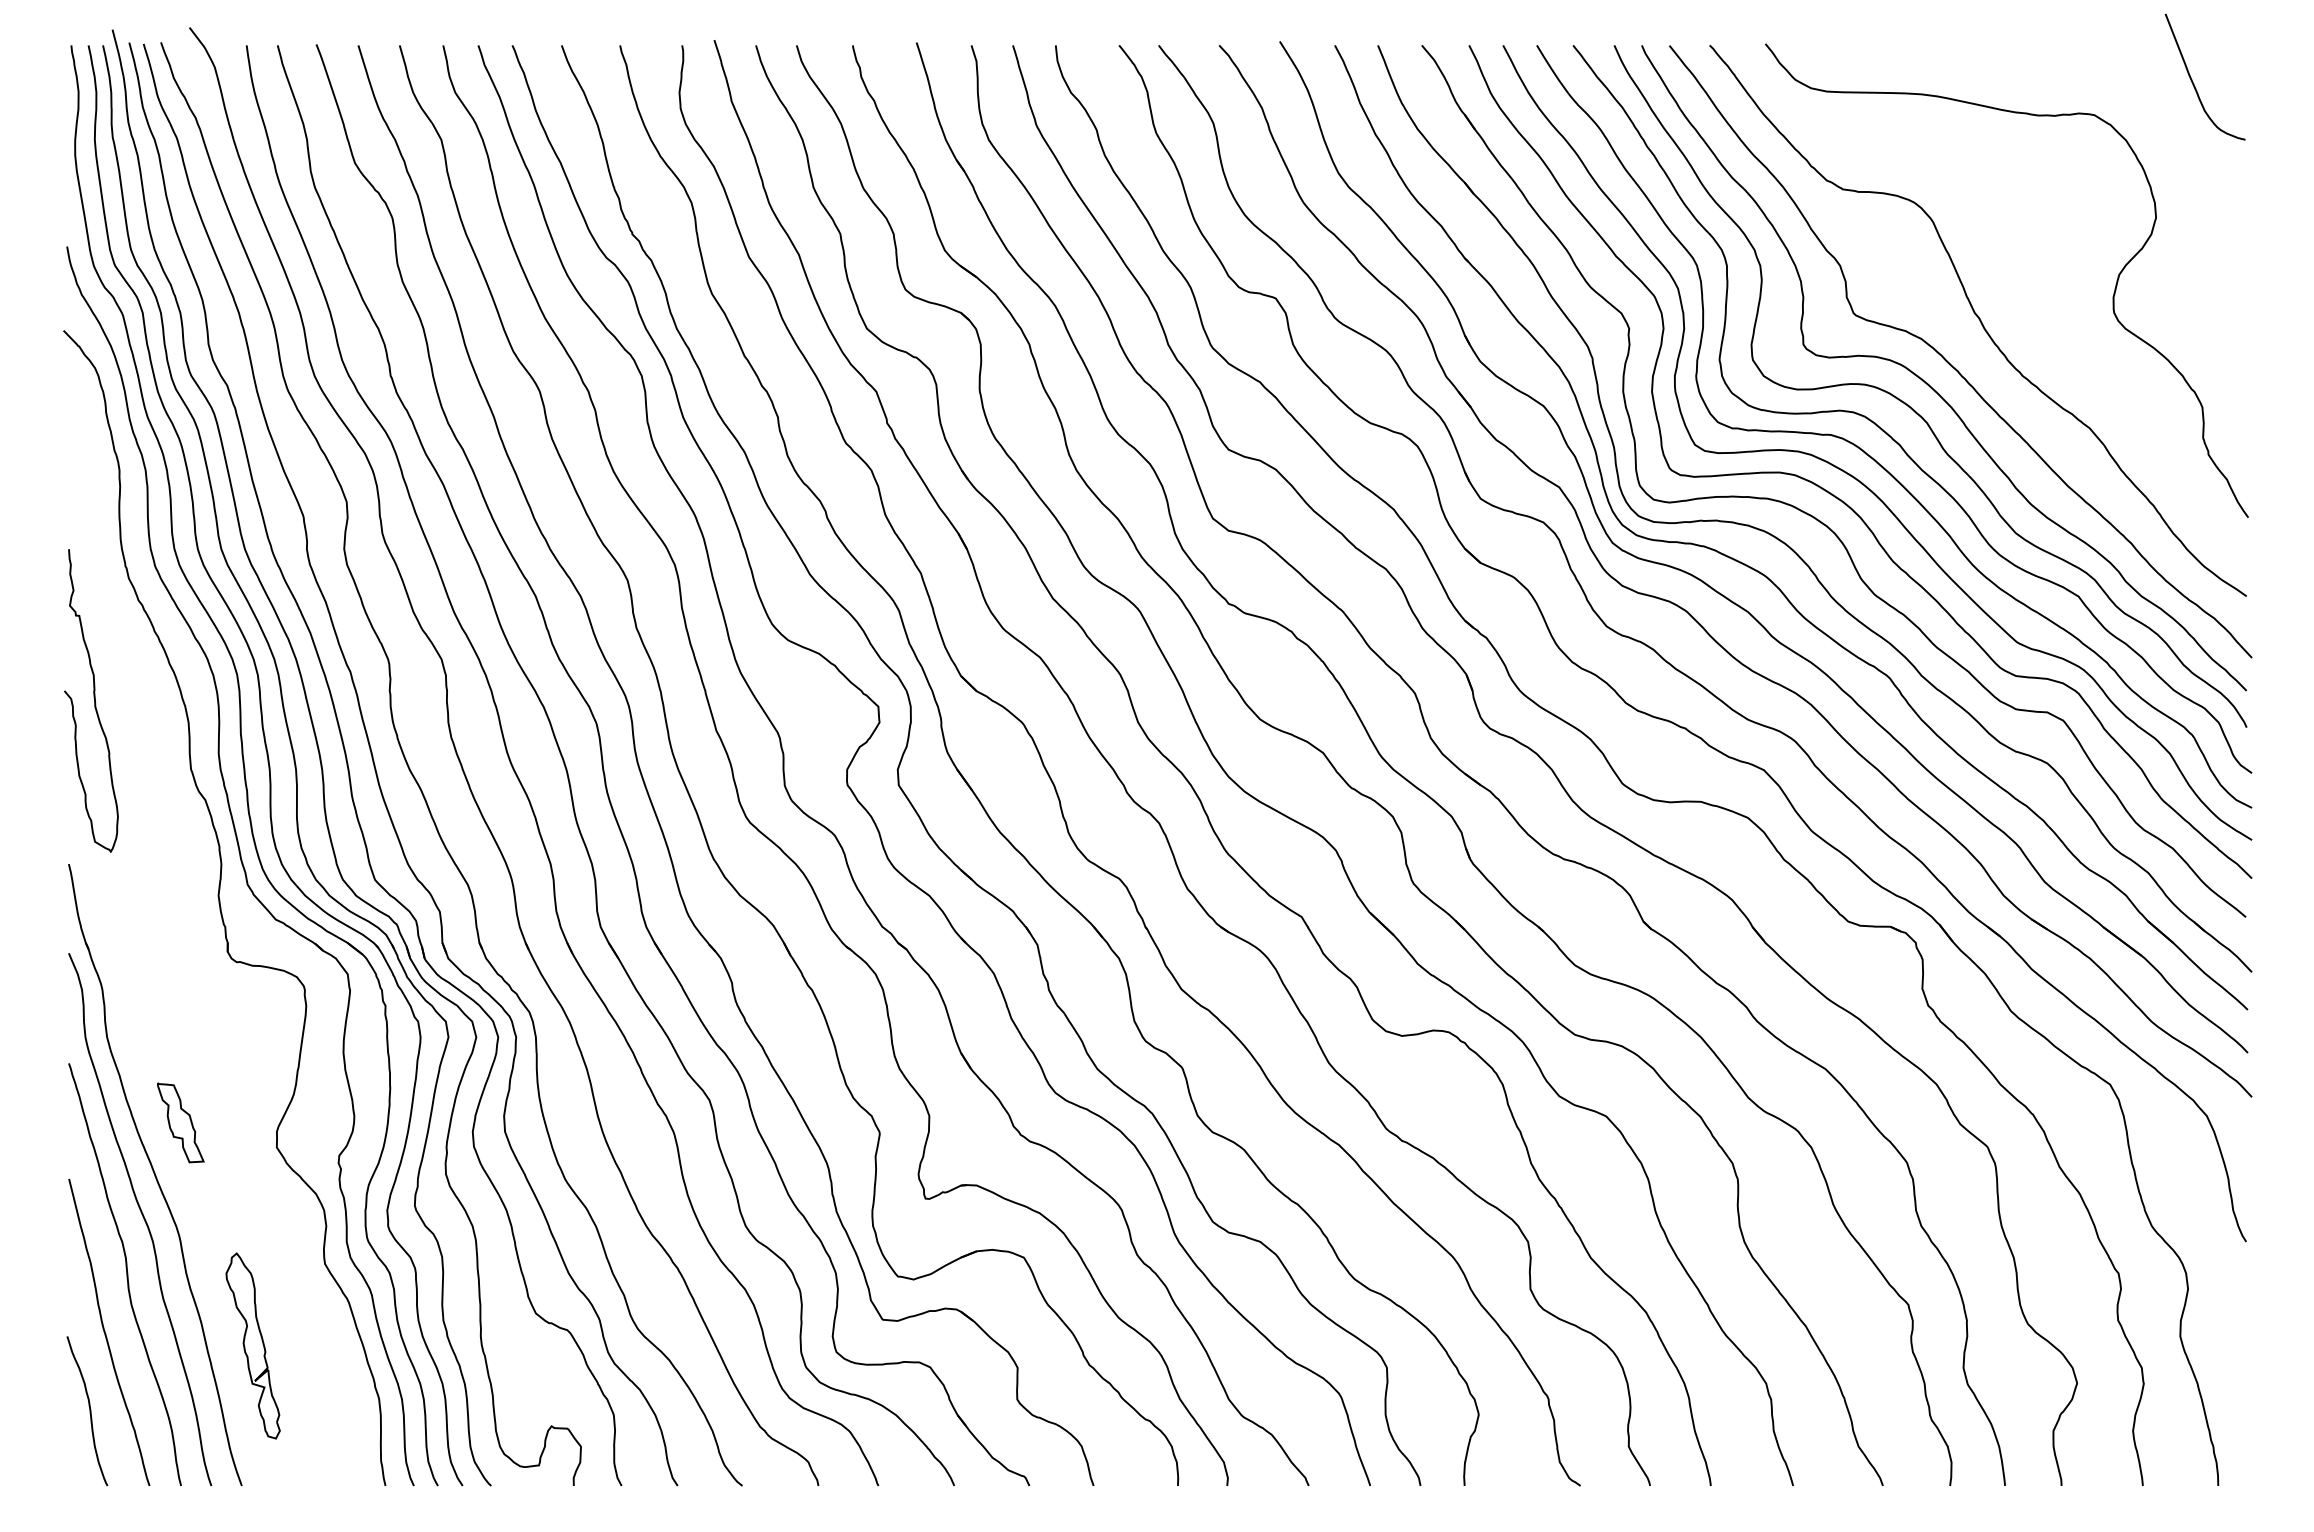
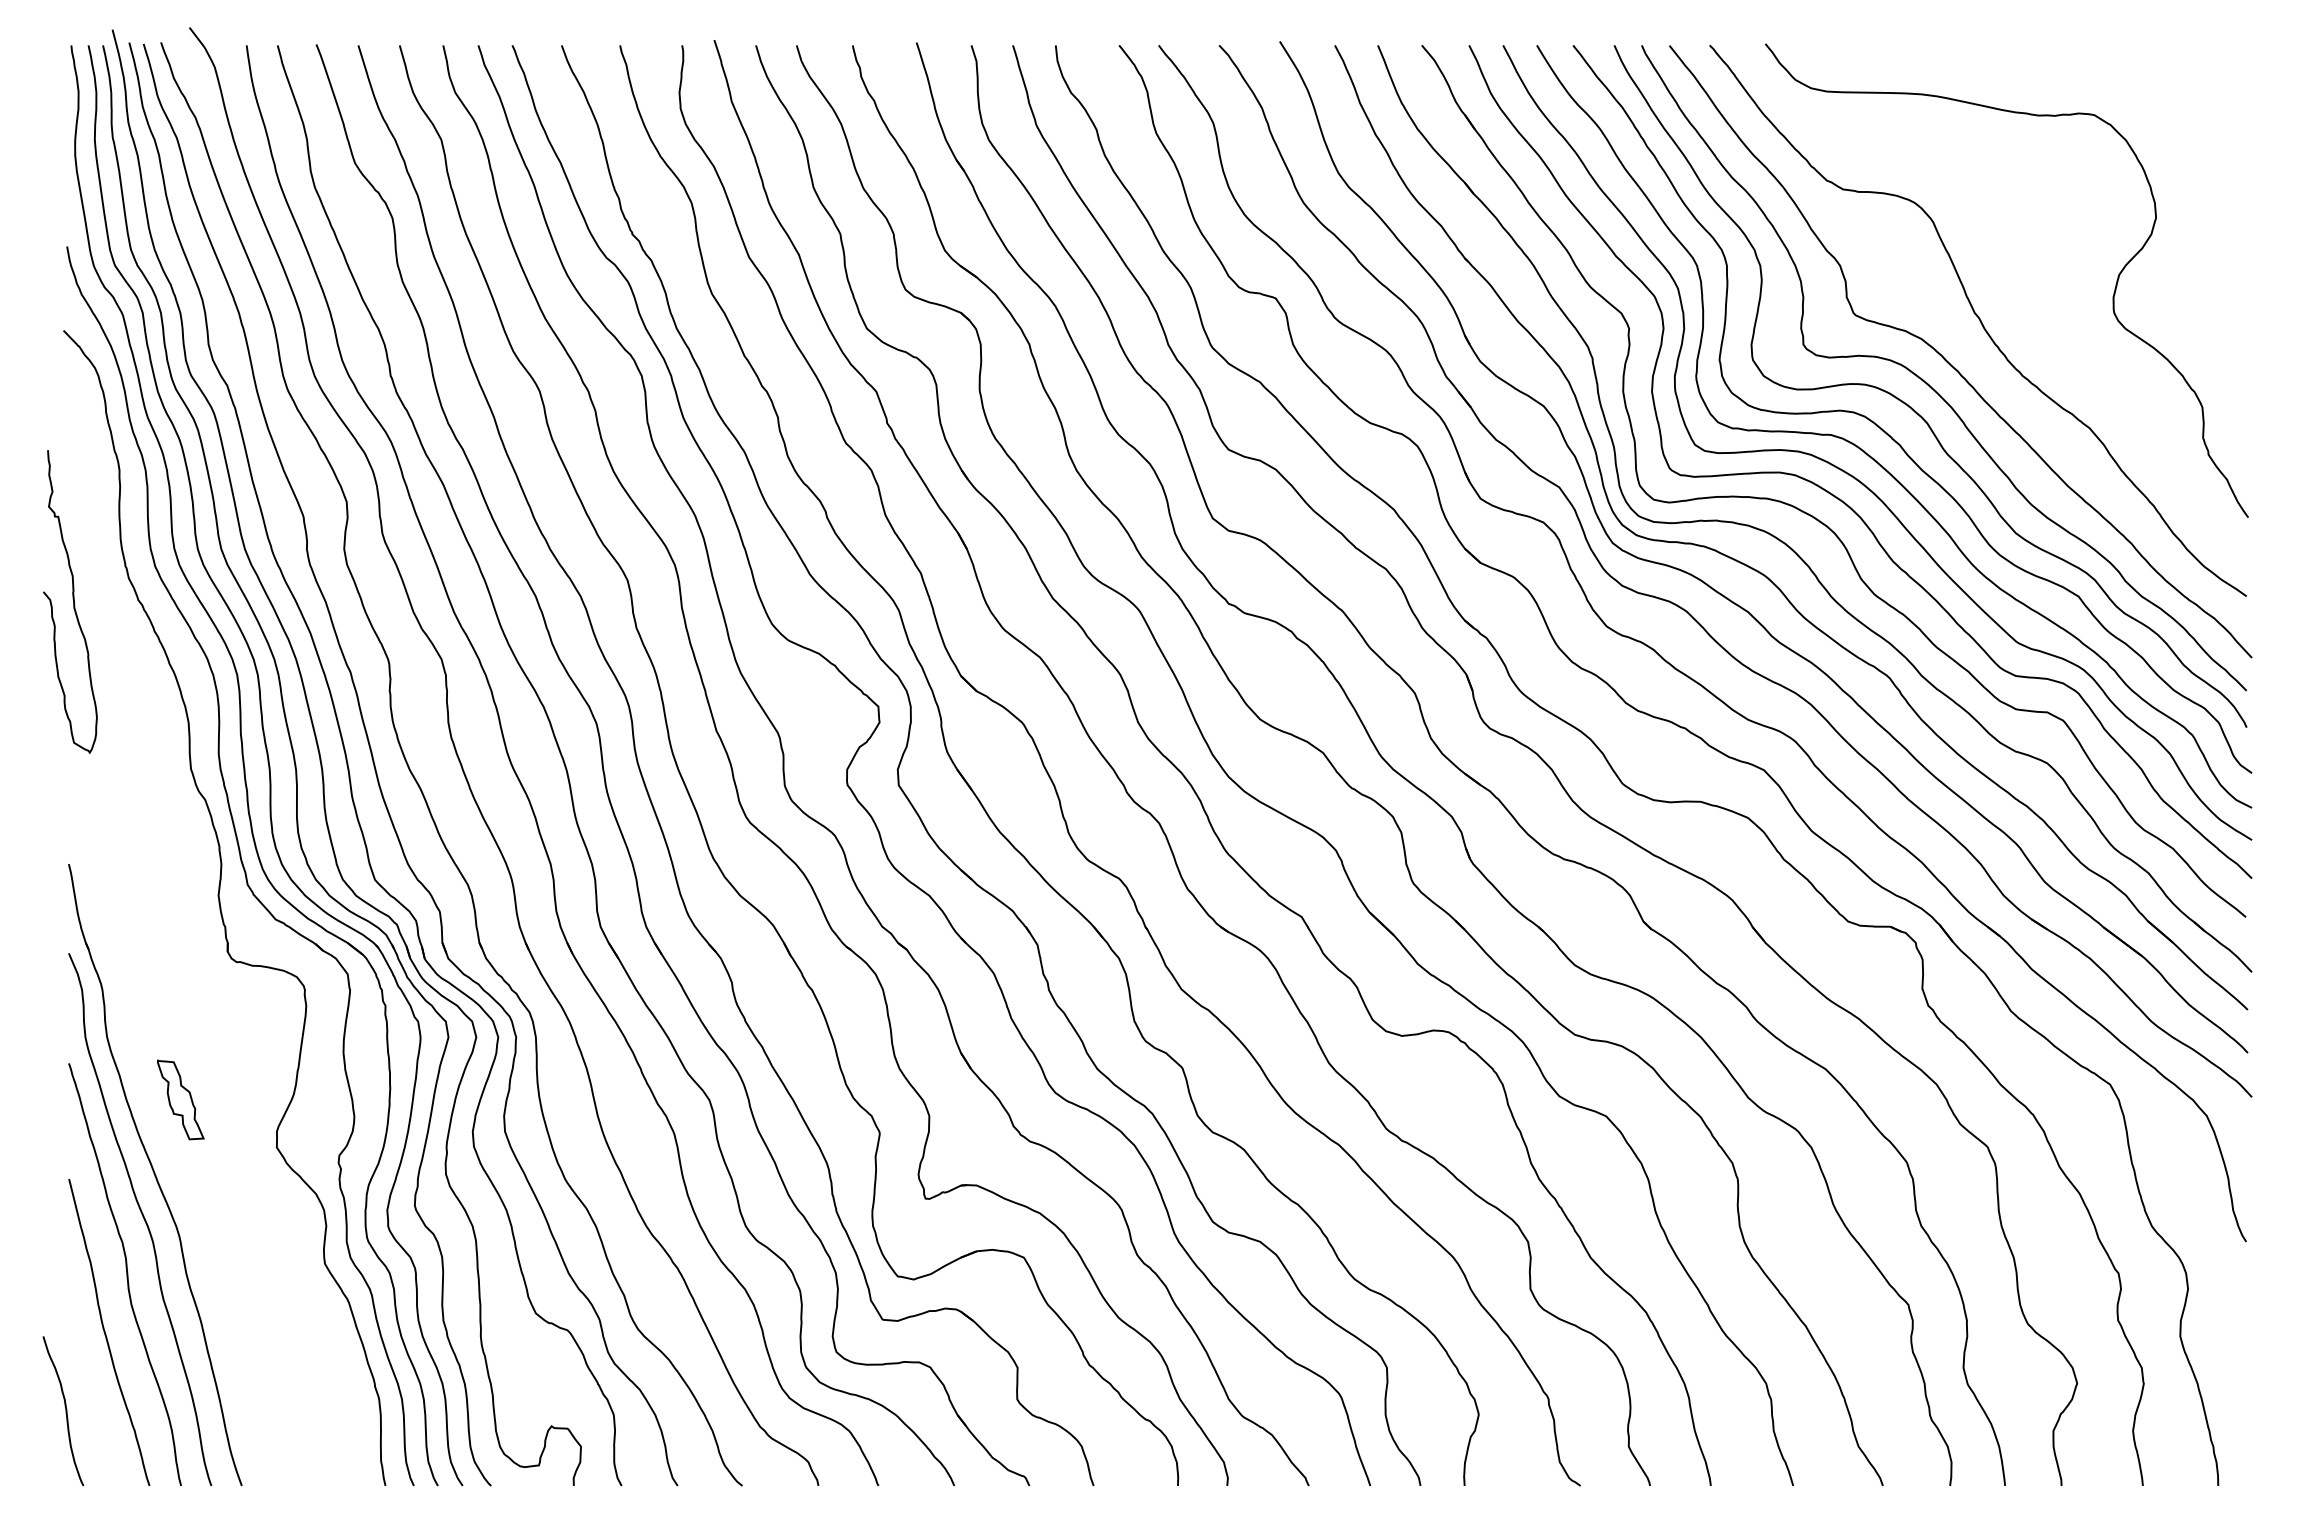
curve at (2193, 81): present -> none
curve at (93, 698) position: (93, 698) -> (72, 599)
part at (180, 1122) position: (180, 1122) -> (180, 1099)
part at (252, 1345): present -> none
curve at (89, 1411) position: (89, 1411) -> (65, 1411)
